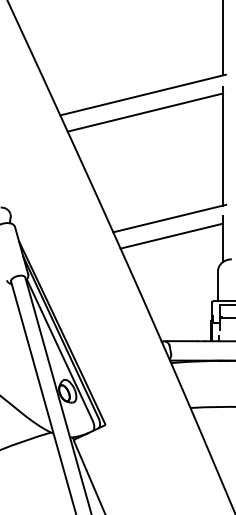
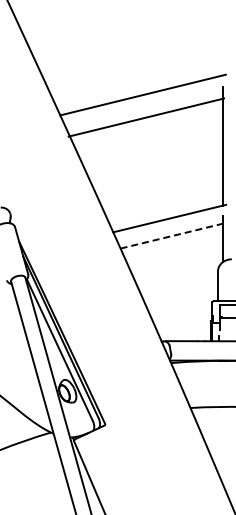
line at (223, 38): present -> none
line at (145, 112) position: (145, 112) -> (146, 117)
line at (171, 236): solid -> dashed
